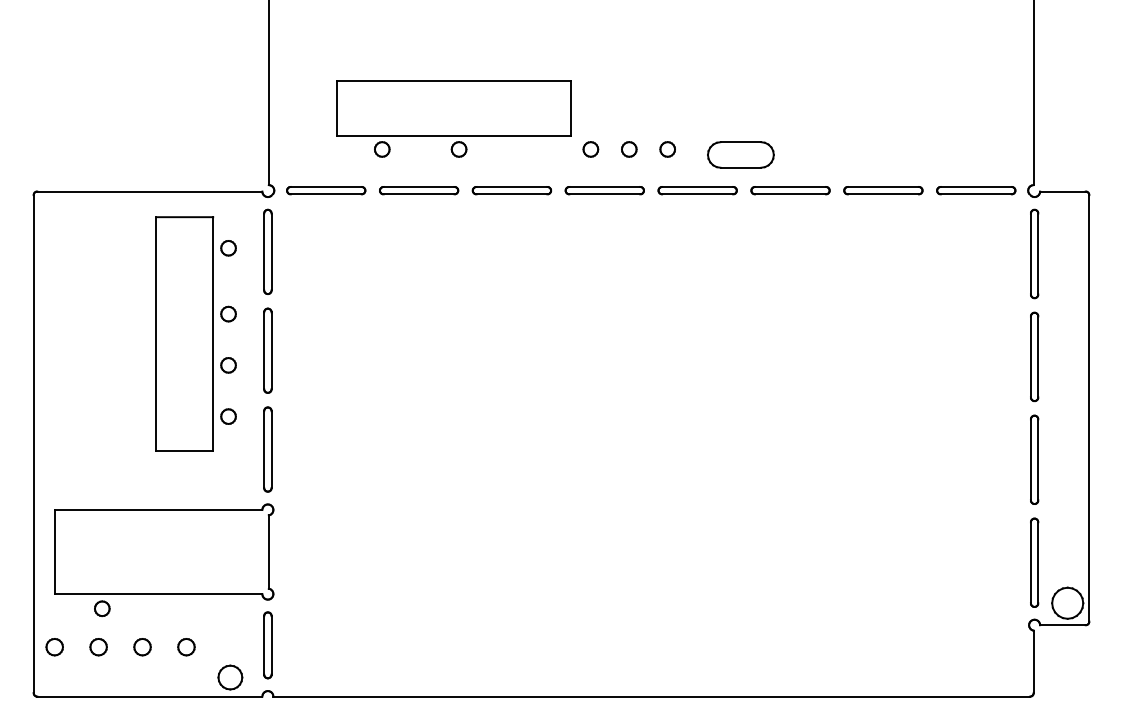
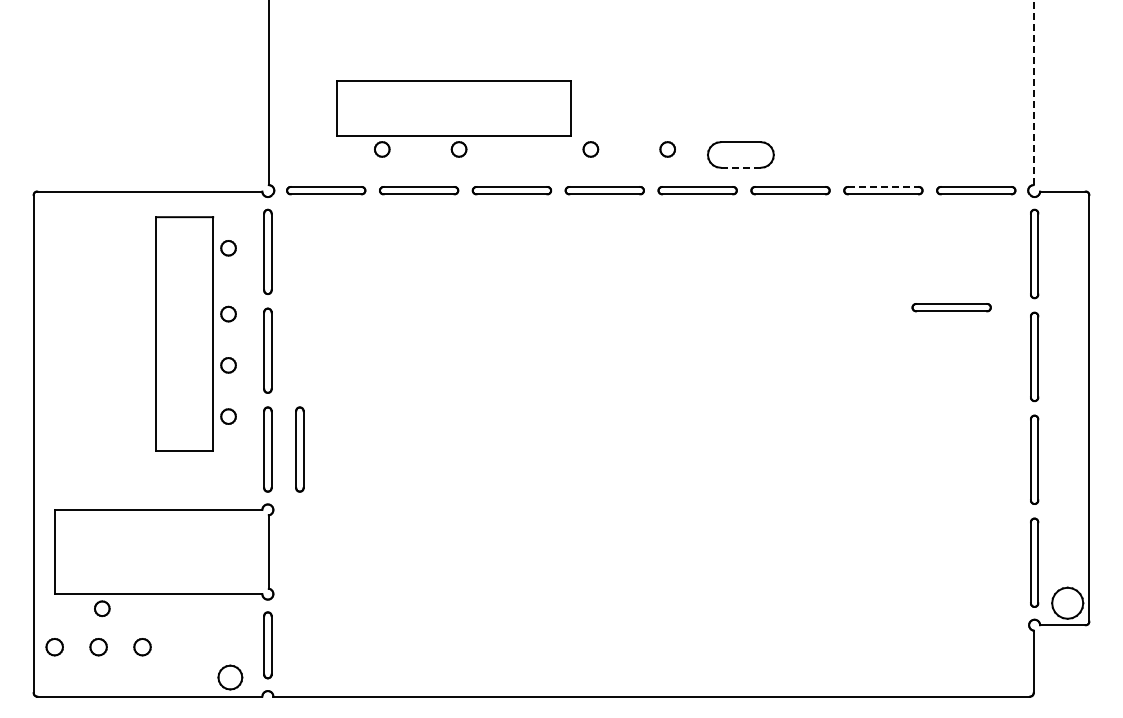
line at (1033, 92): solid -> dashed
part at (629, 149): present -> none
line at (740, 167): solid -> dashed
line at (883, 186): solid -> dashed
part at (951, 307): none -> present
part at (299, 449): none -> present
part at (186, 647): present -> none
